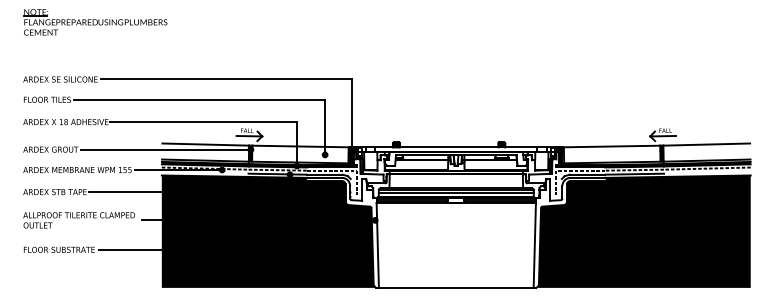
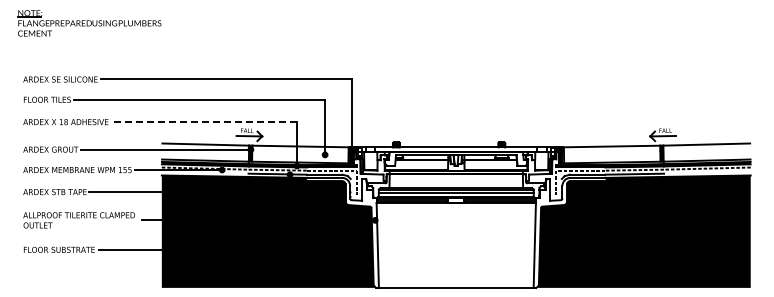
part at (95, 22) position: (95, 22) -> (89, 23)
line at (203, 122): solid -> dashed
